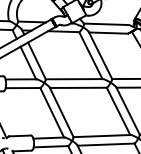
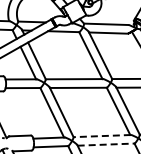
line at (102, 136): solid -> dashed
line at (106, 144): solid -> dashed
